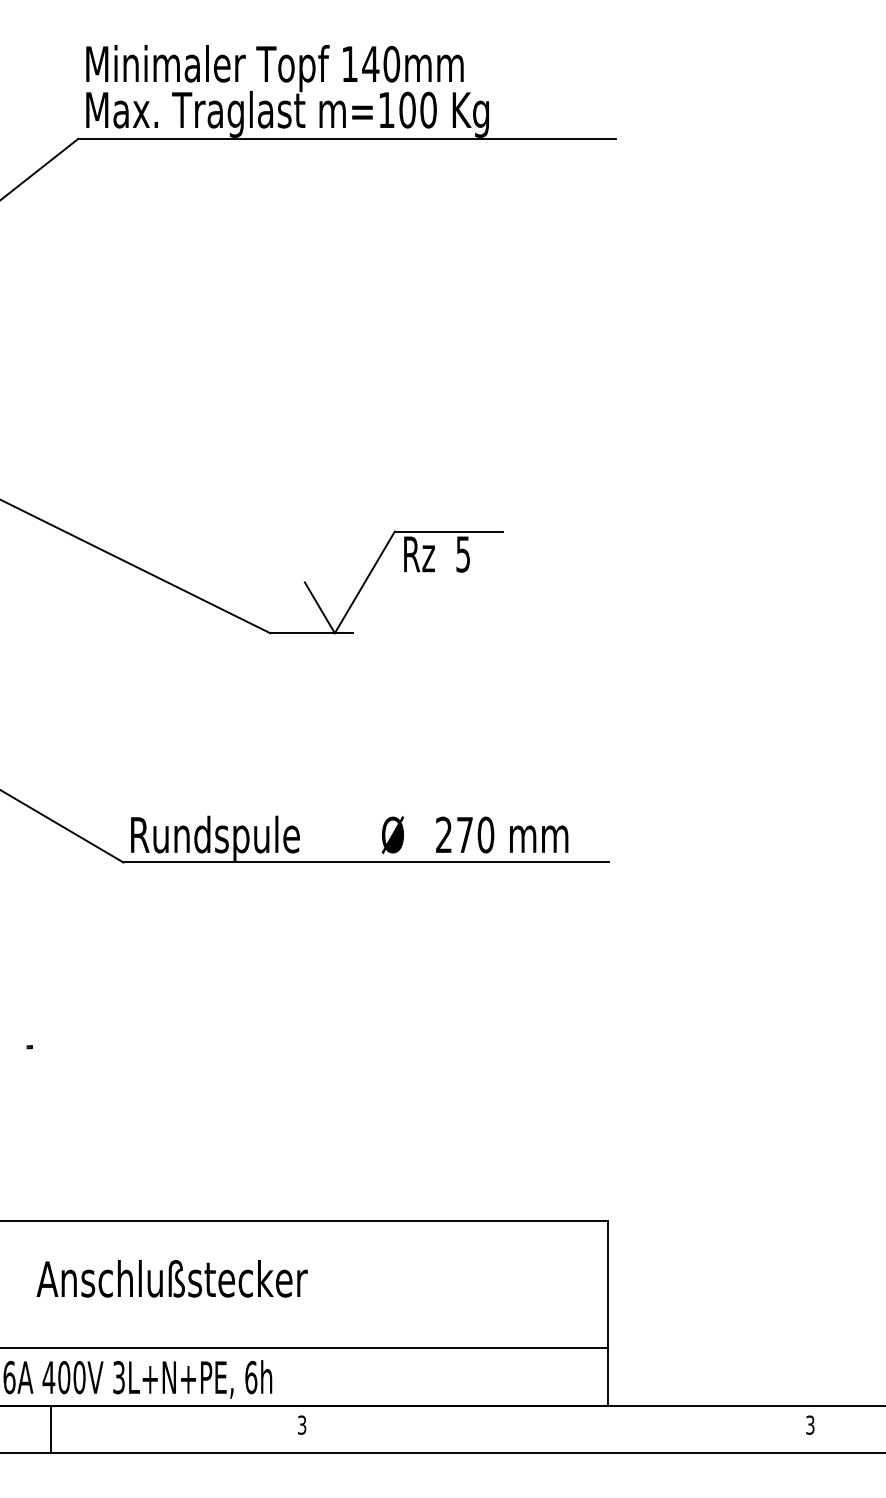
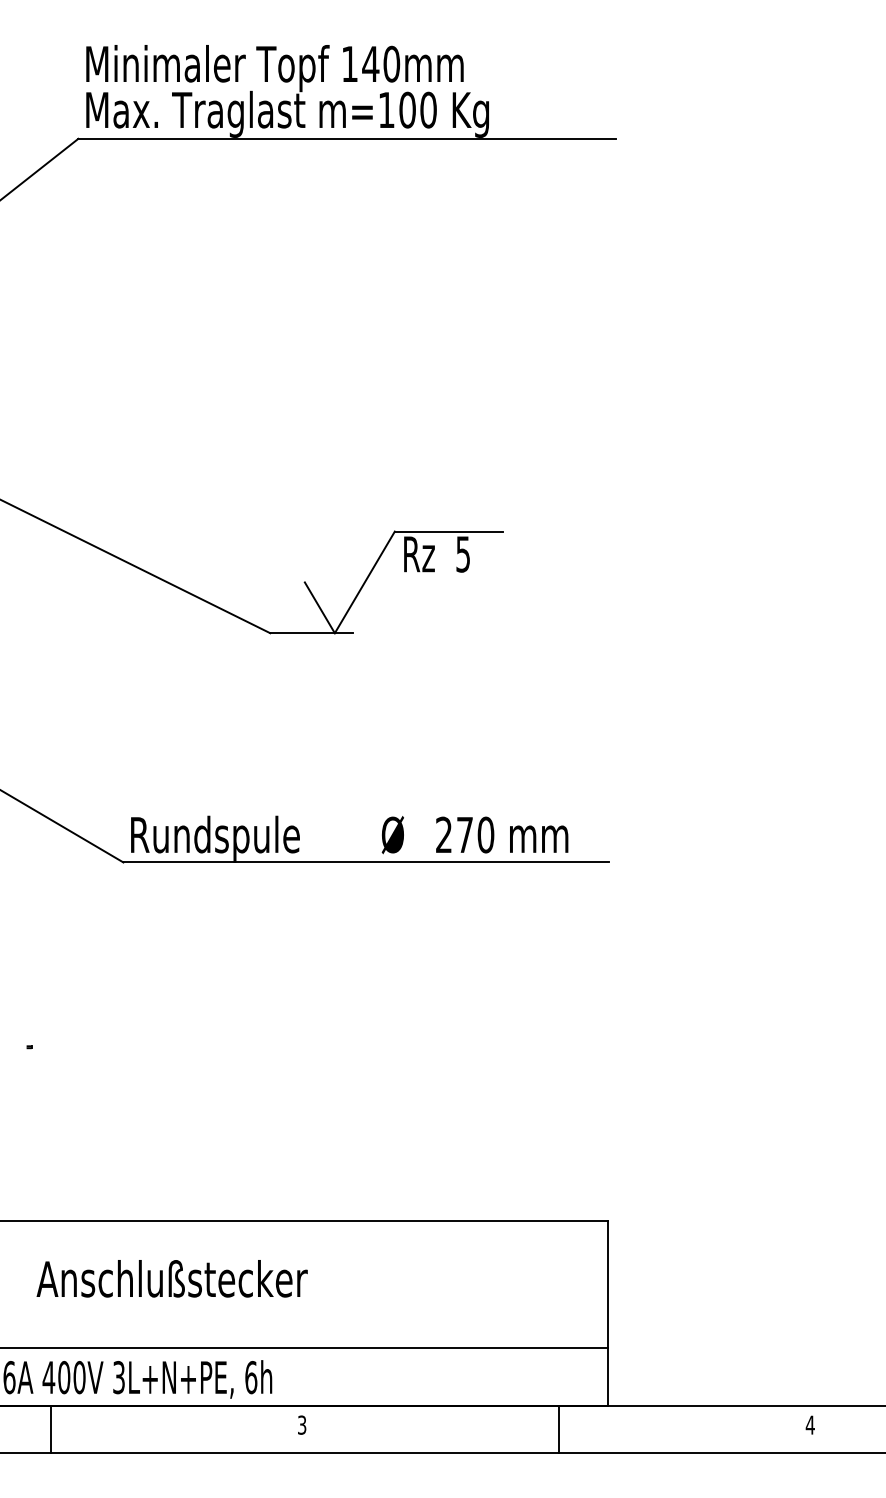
text at (809, 1424): 3 -> 4
line at (559, 1429): none -> present
